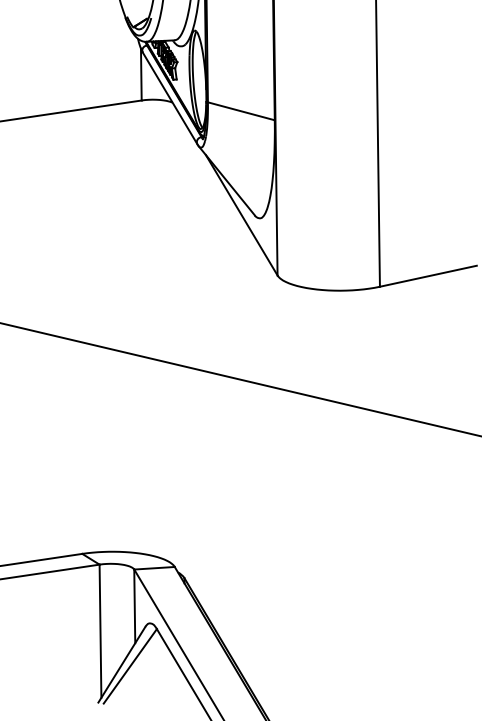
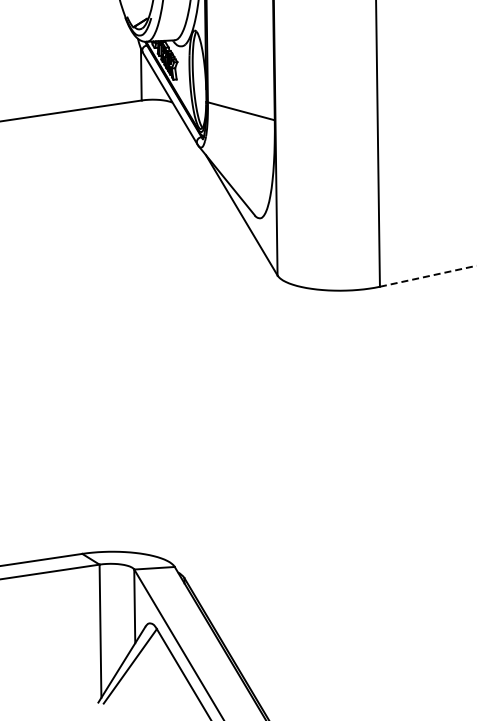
line at (428, 276): solid -> dashed
line at (240, 379): present -> none
